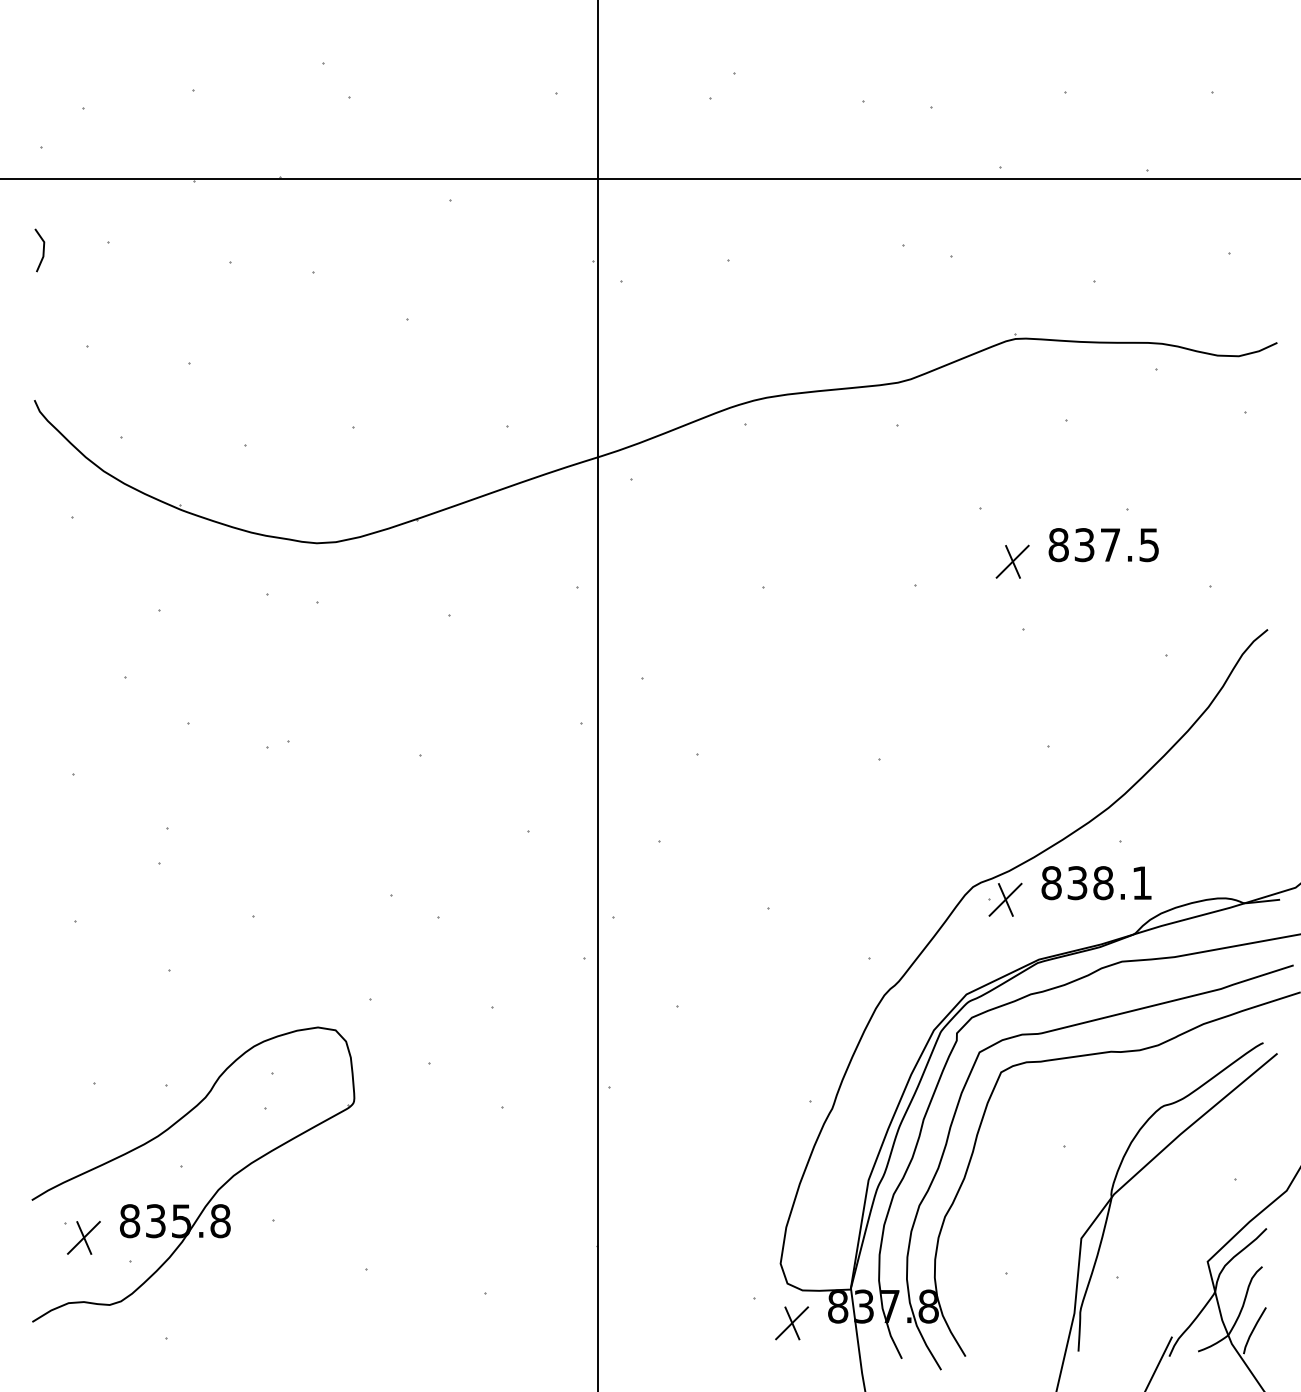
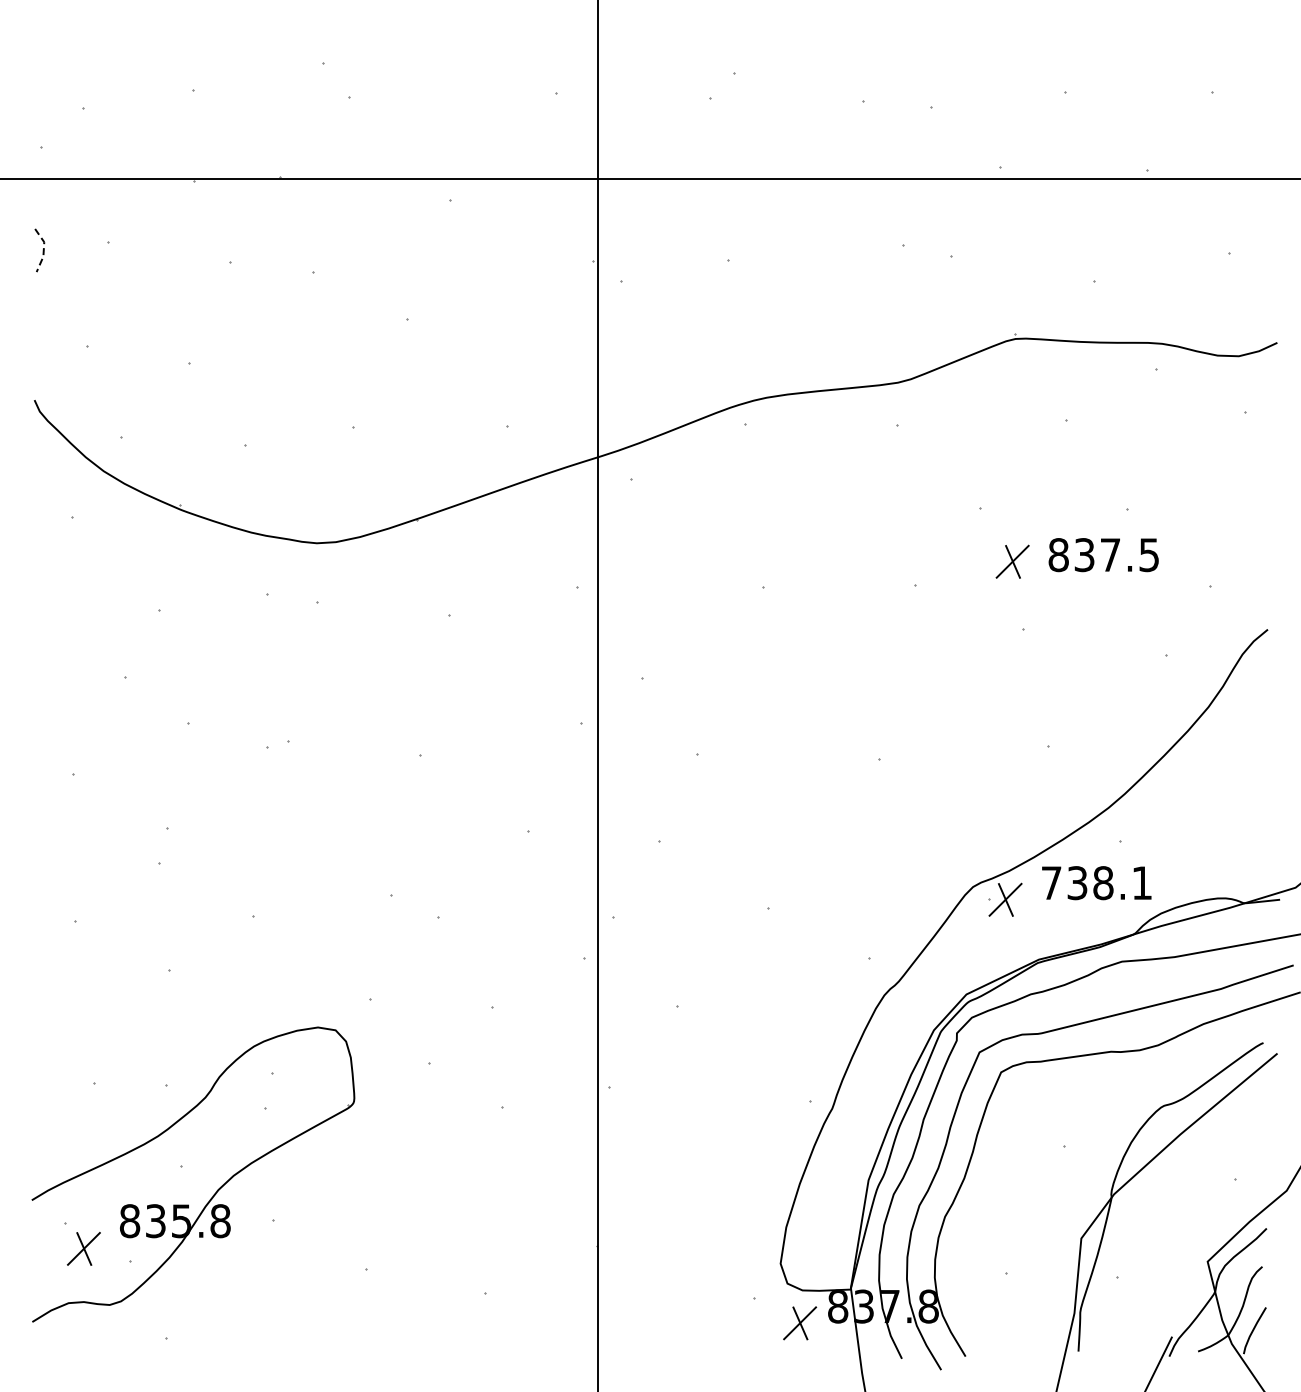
line at (43, 249): solid -> dashed
text at (1103, 545) position: (1103, 545) -> (1103, 555)
text at (1051, 883): 838.1 -> 738.1
part at (83, 1237) position: (83, 1237) -> (83, 1248)
part at (792, 1323) position: (792, 1323) -> (800, 1323)
